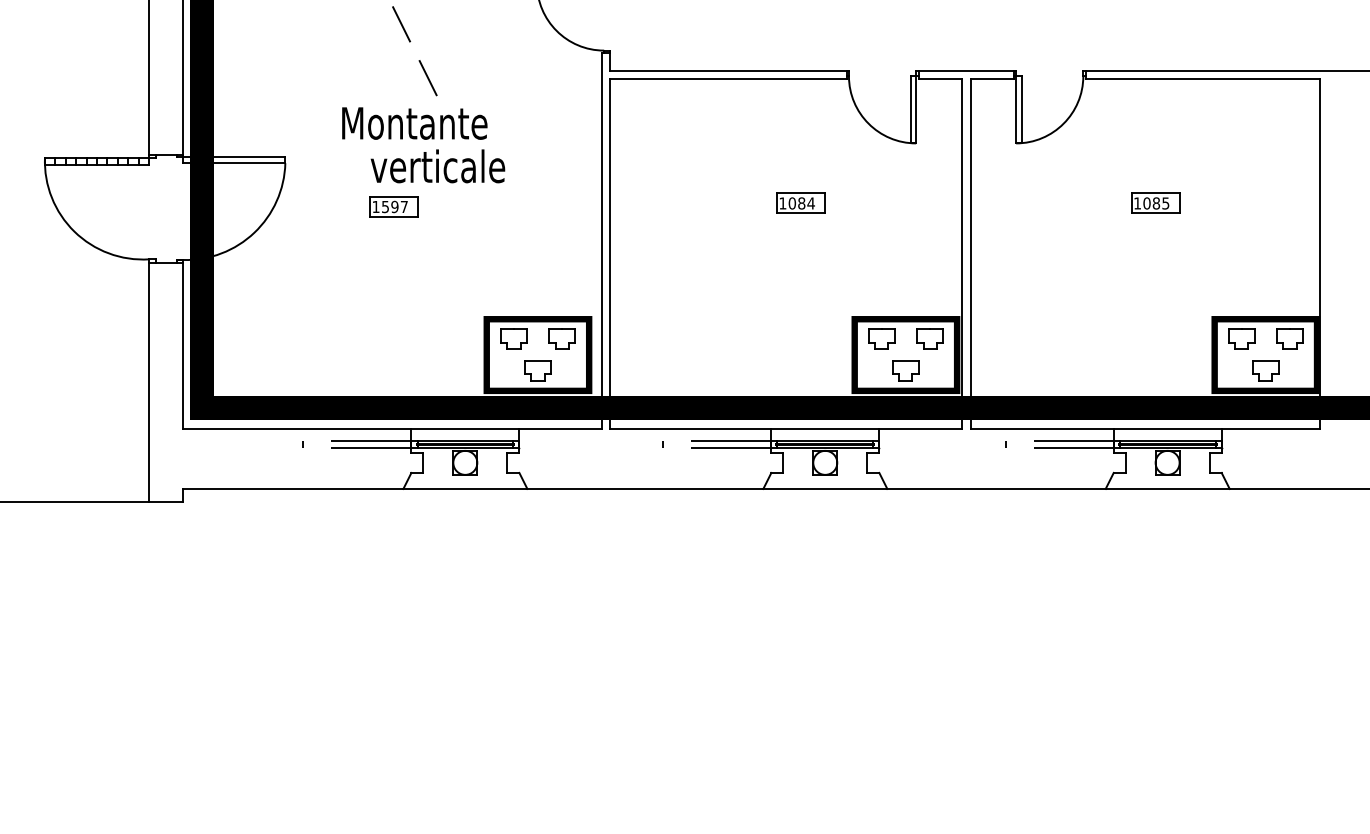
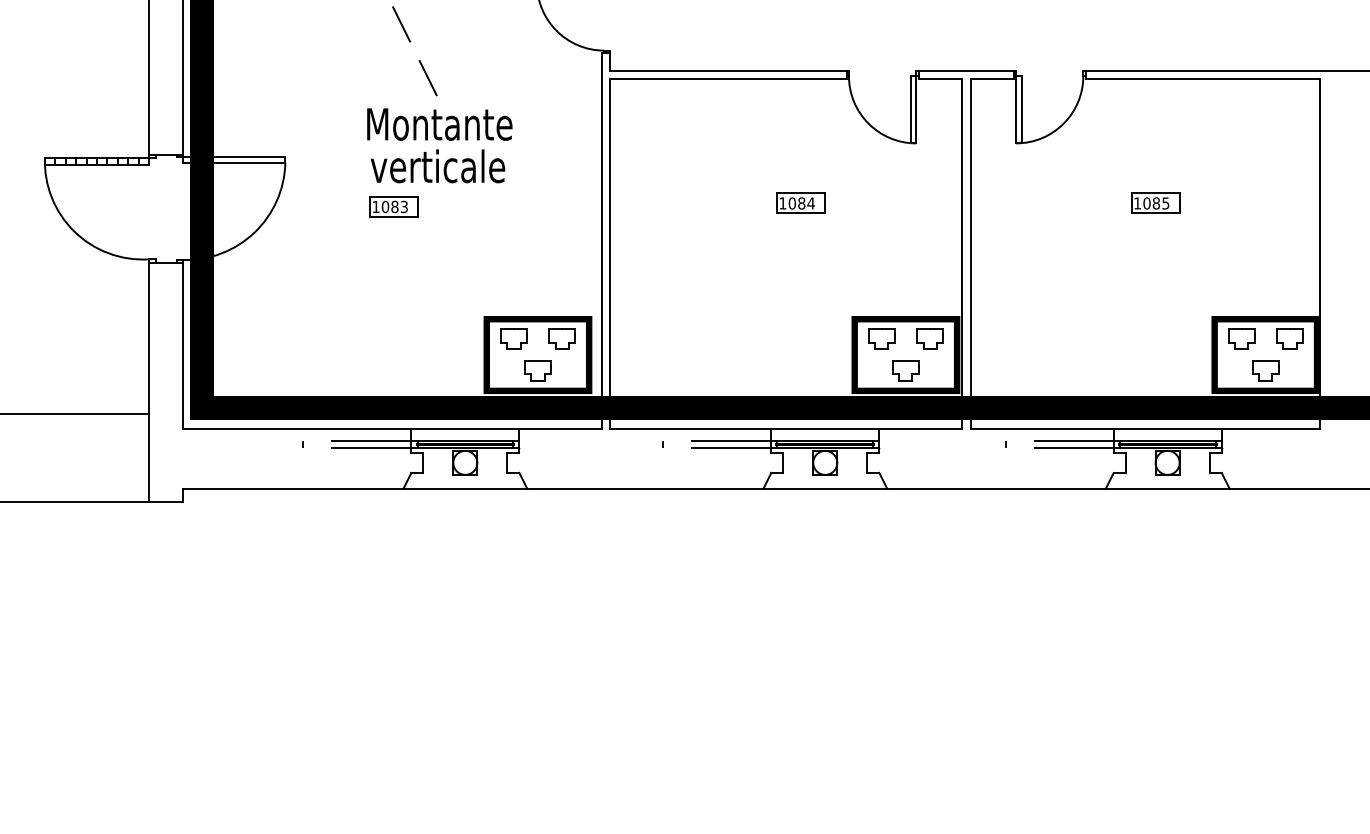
text at (414, 123) position: (414, 123) -> (439, 124)
text at (394, 206): 1597 -> 1083
line at (75, 413): none -> present
